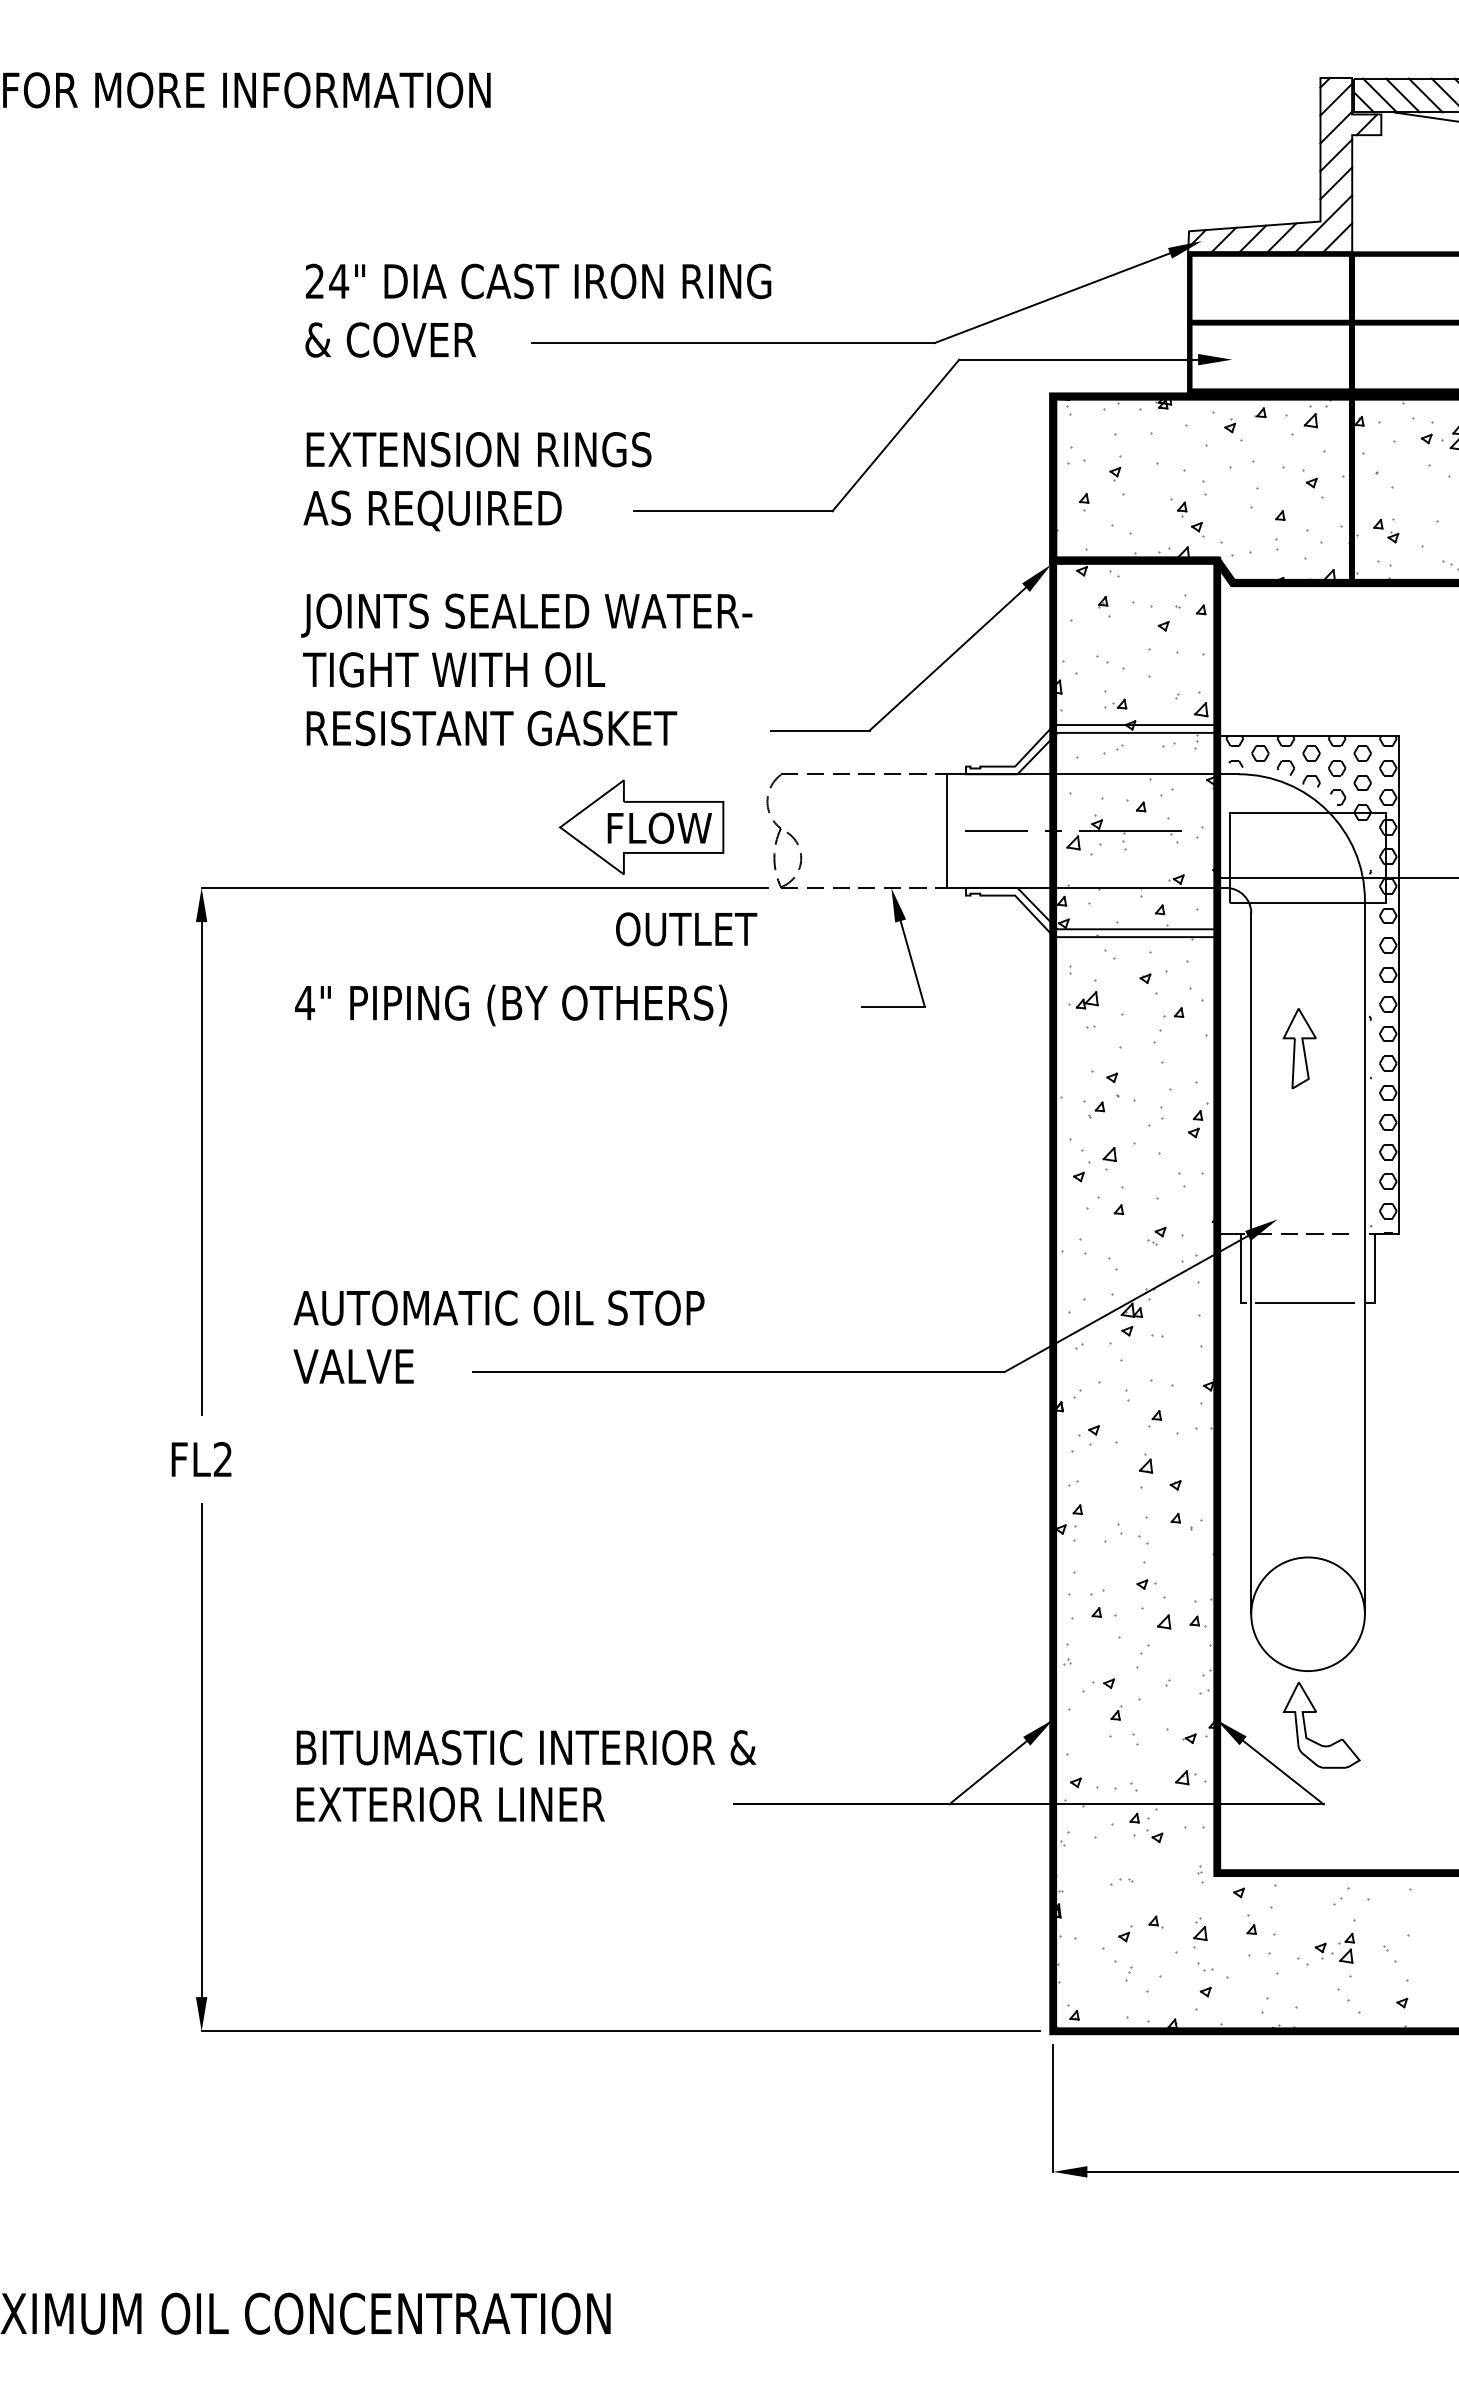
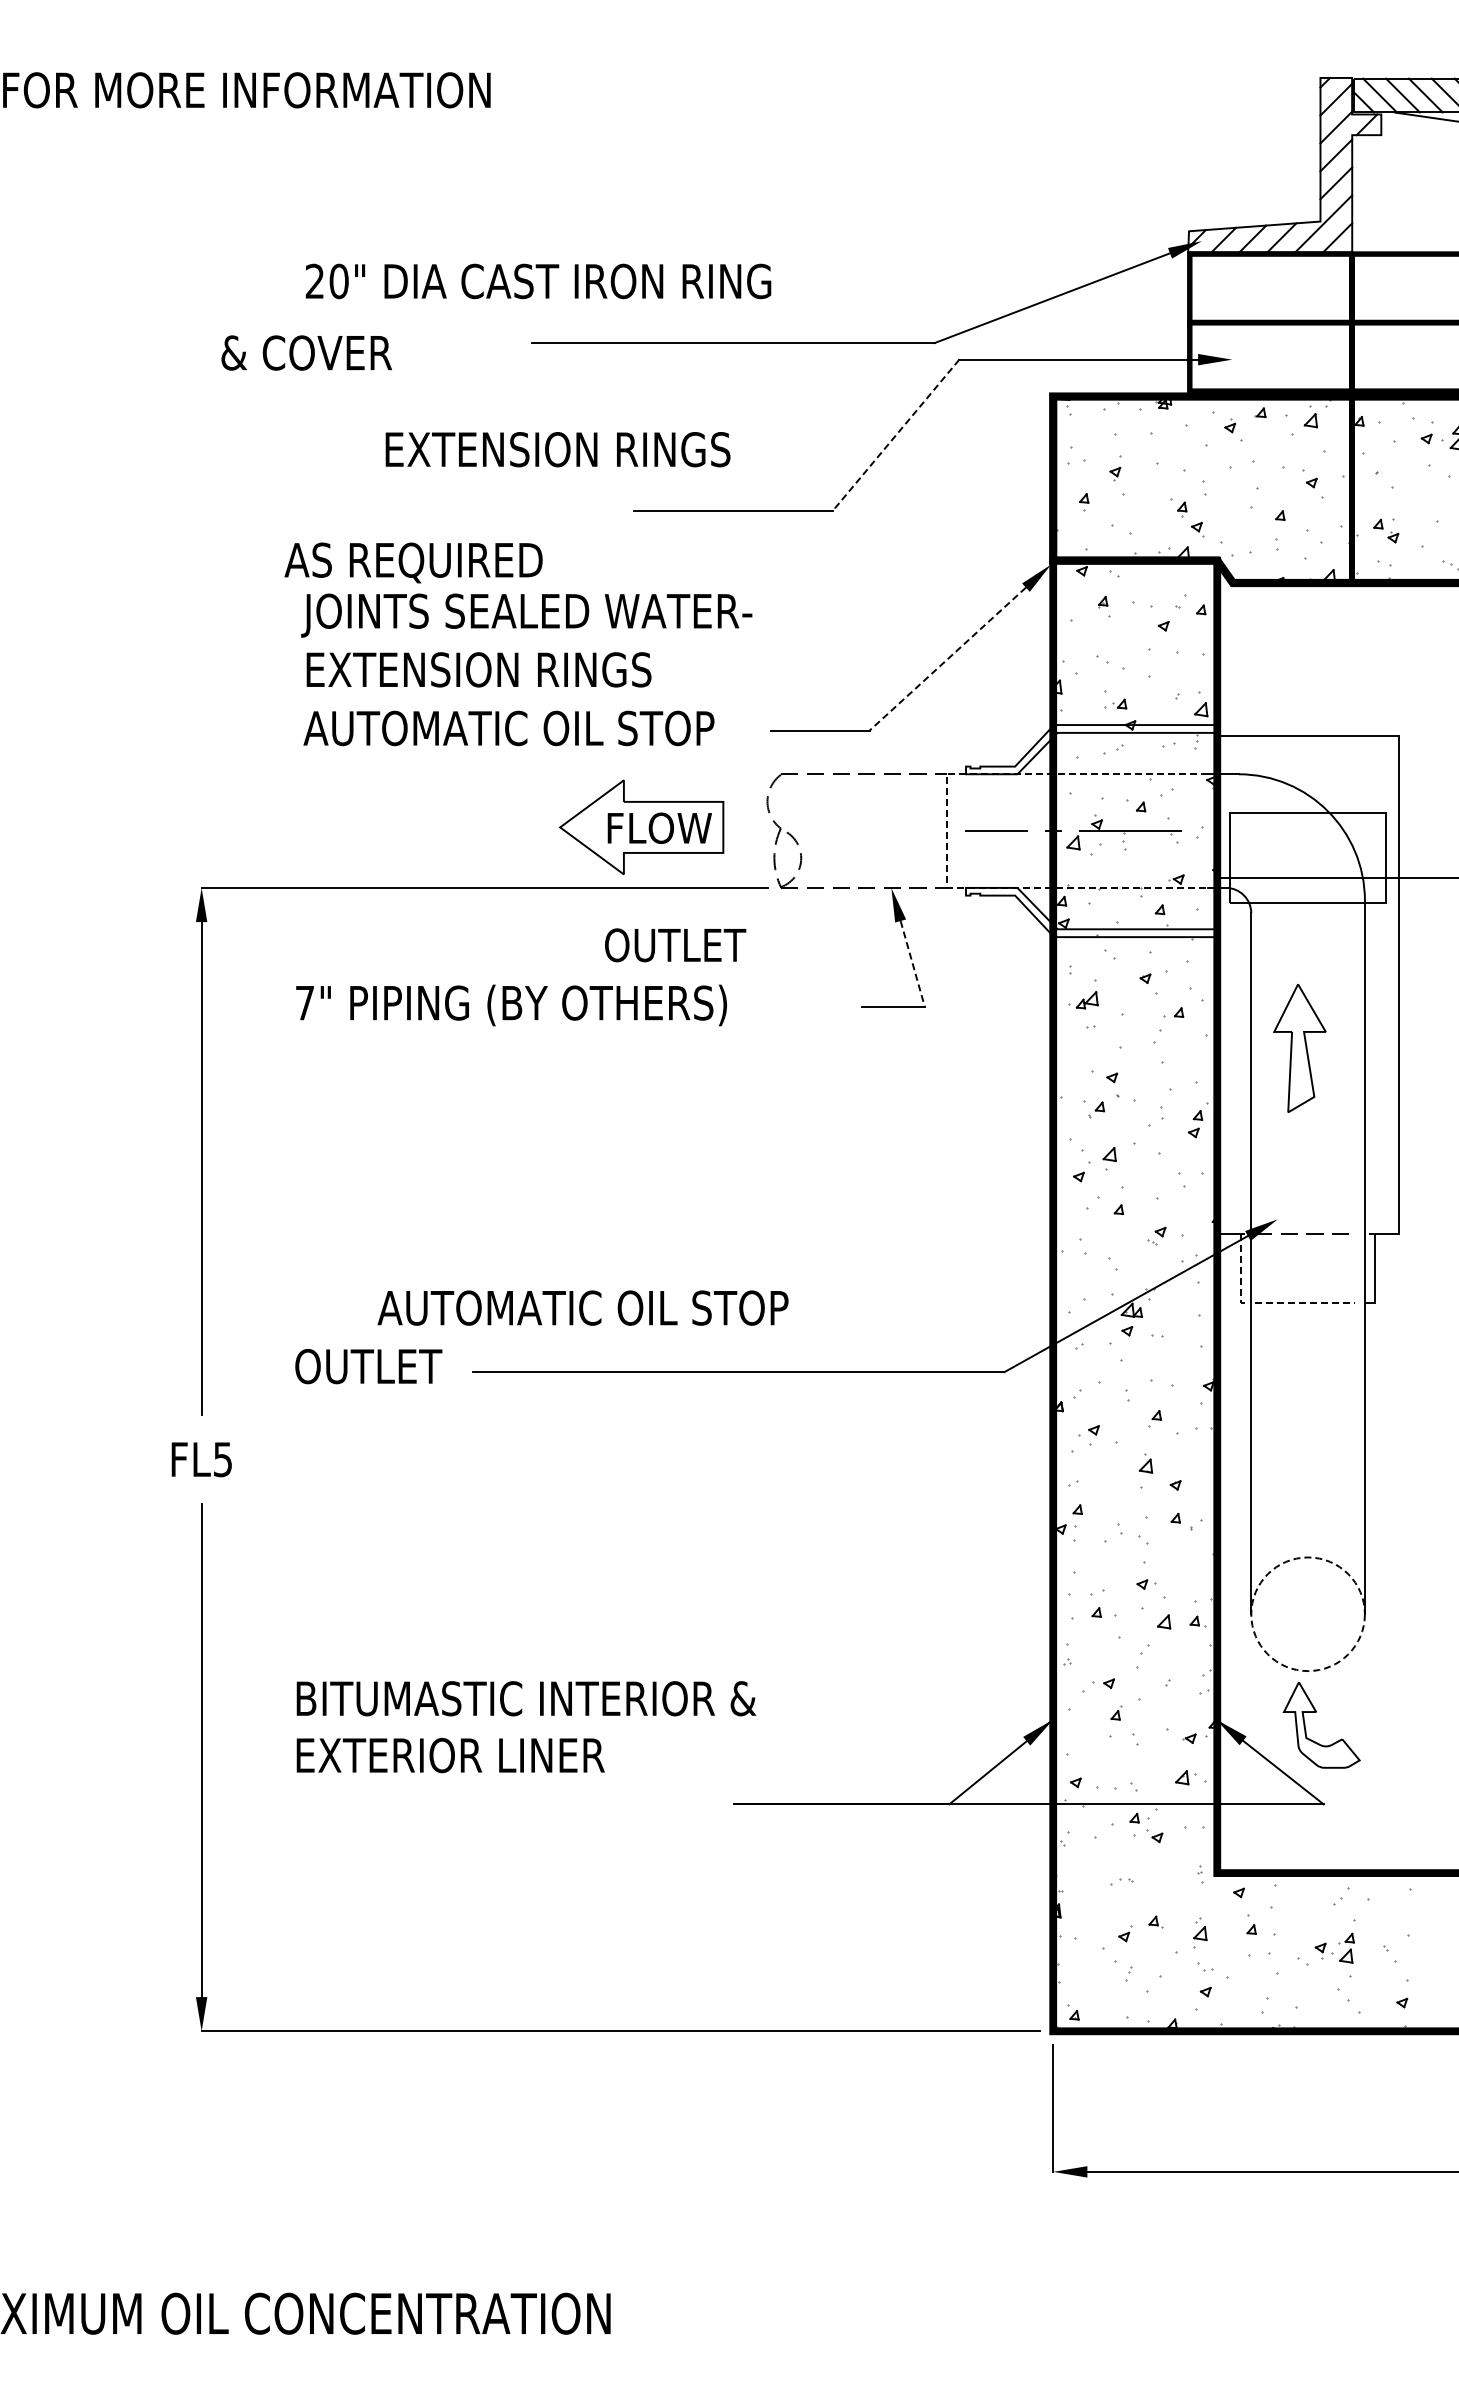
text at (339, 281): 24" -> 20"
text at (390, 339) position: (390, 339) -> (306, 352)
line at (895, 435): solid -> dashed
text at (478, 449) position: (478, 449) -> (557, 449)
text at (432, 510) position: (432, 510) -> (413, 562)
line at (947, 659): solid -> dashed
text at (477, 669): TIGHT WITH OIL -> EXTENSION RINGS
text at (508, 728): RESISTANT GASKET -> AUTOMATIC OIL STOP
line at (946, 831): solid -> dashed
text at (686, 929) position: (686, 929) -> (675, 945)
line at (912, 963): solid -> dashed
hatch at (1306, 984): present -> none
text at (304, 1003): 4" -> 7"
part at (1299, 1048) size: 35x82 px -> 54x129 px
line at (1241, 1272): solid -> dashed
line at (1305, 1303): solid -> dashed
text at (498, 1307) position: (498, 1307) -> (582, 1307)
text at (367, 1366): VALVE -> OUTLET
text at (222, 1459): FL2 -> FL5
circle at (1307, 1614): solid -> dashed
text at (526, 1776) position: (526, 1776) -> (526, 1727)
